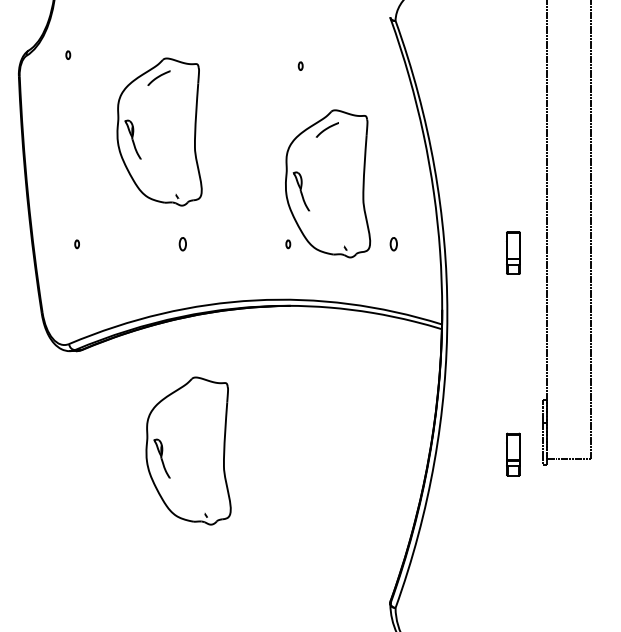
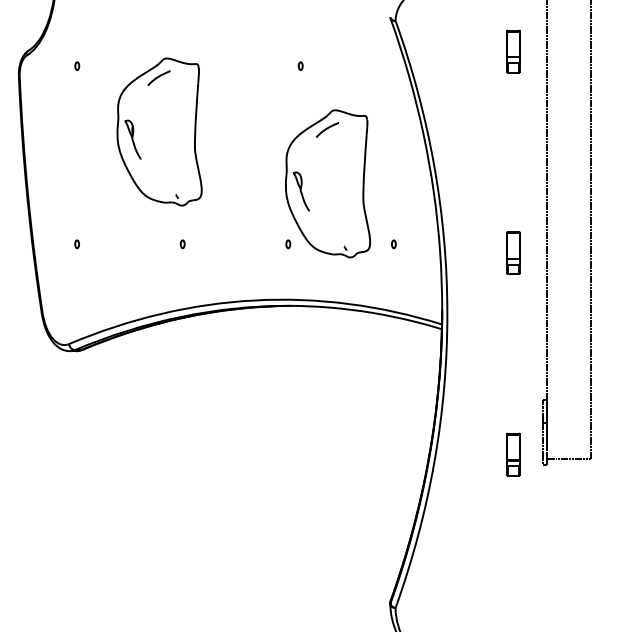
part at (513, 51): none -> present
part at (68, 54) position: (68, 54) -> (77, 65)
part at (182, 244) size: 9x15 px -> 7x11 px
part at (393, 244) size: 9x15 px -> 6x11 px
part at (188, 450): present -> none
